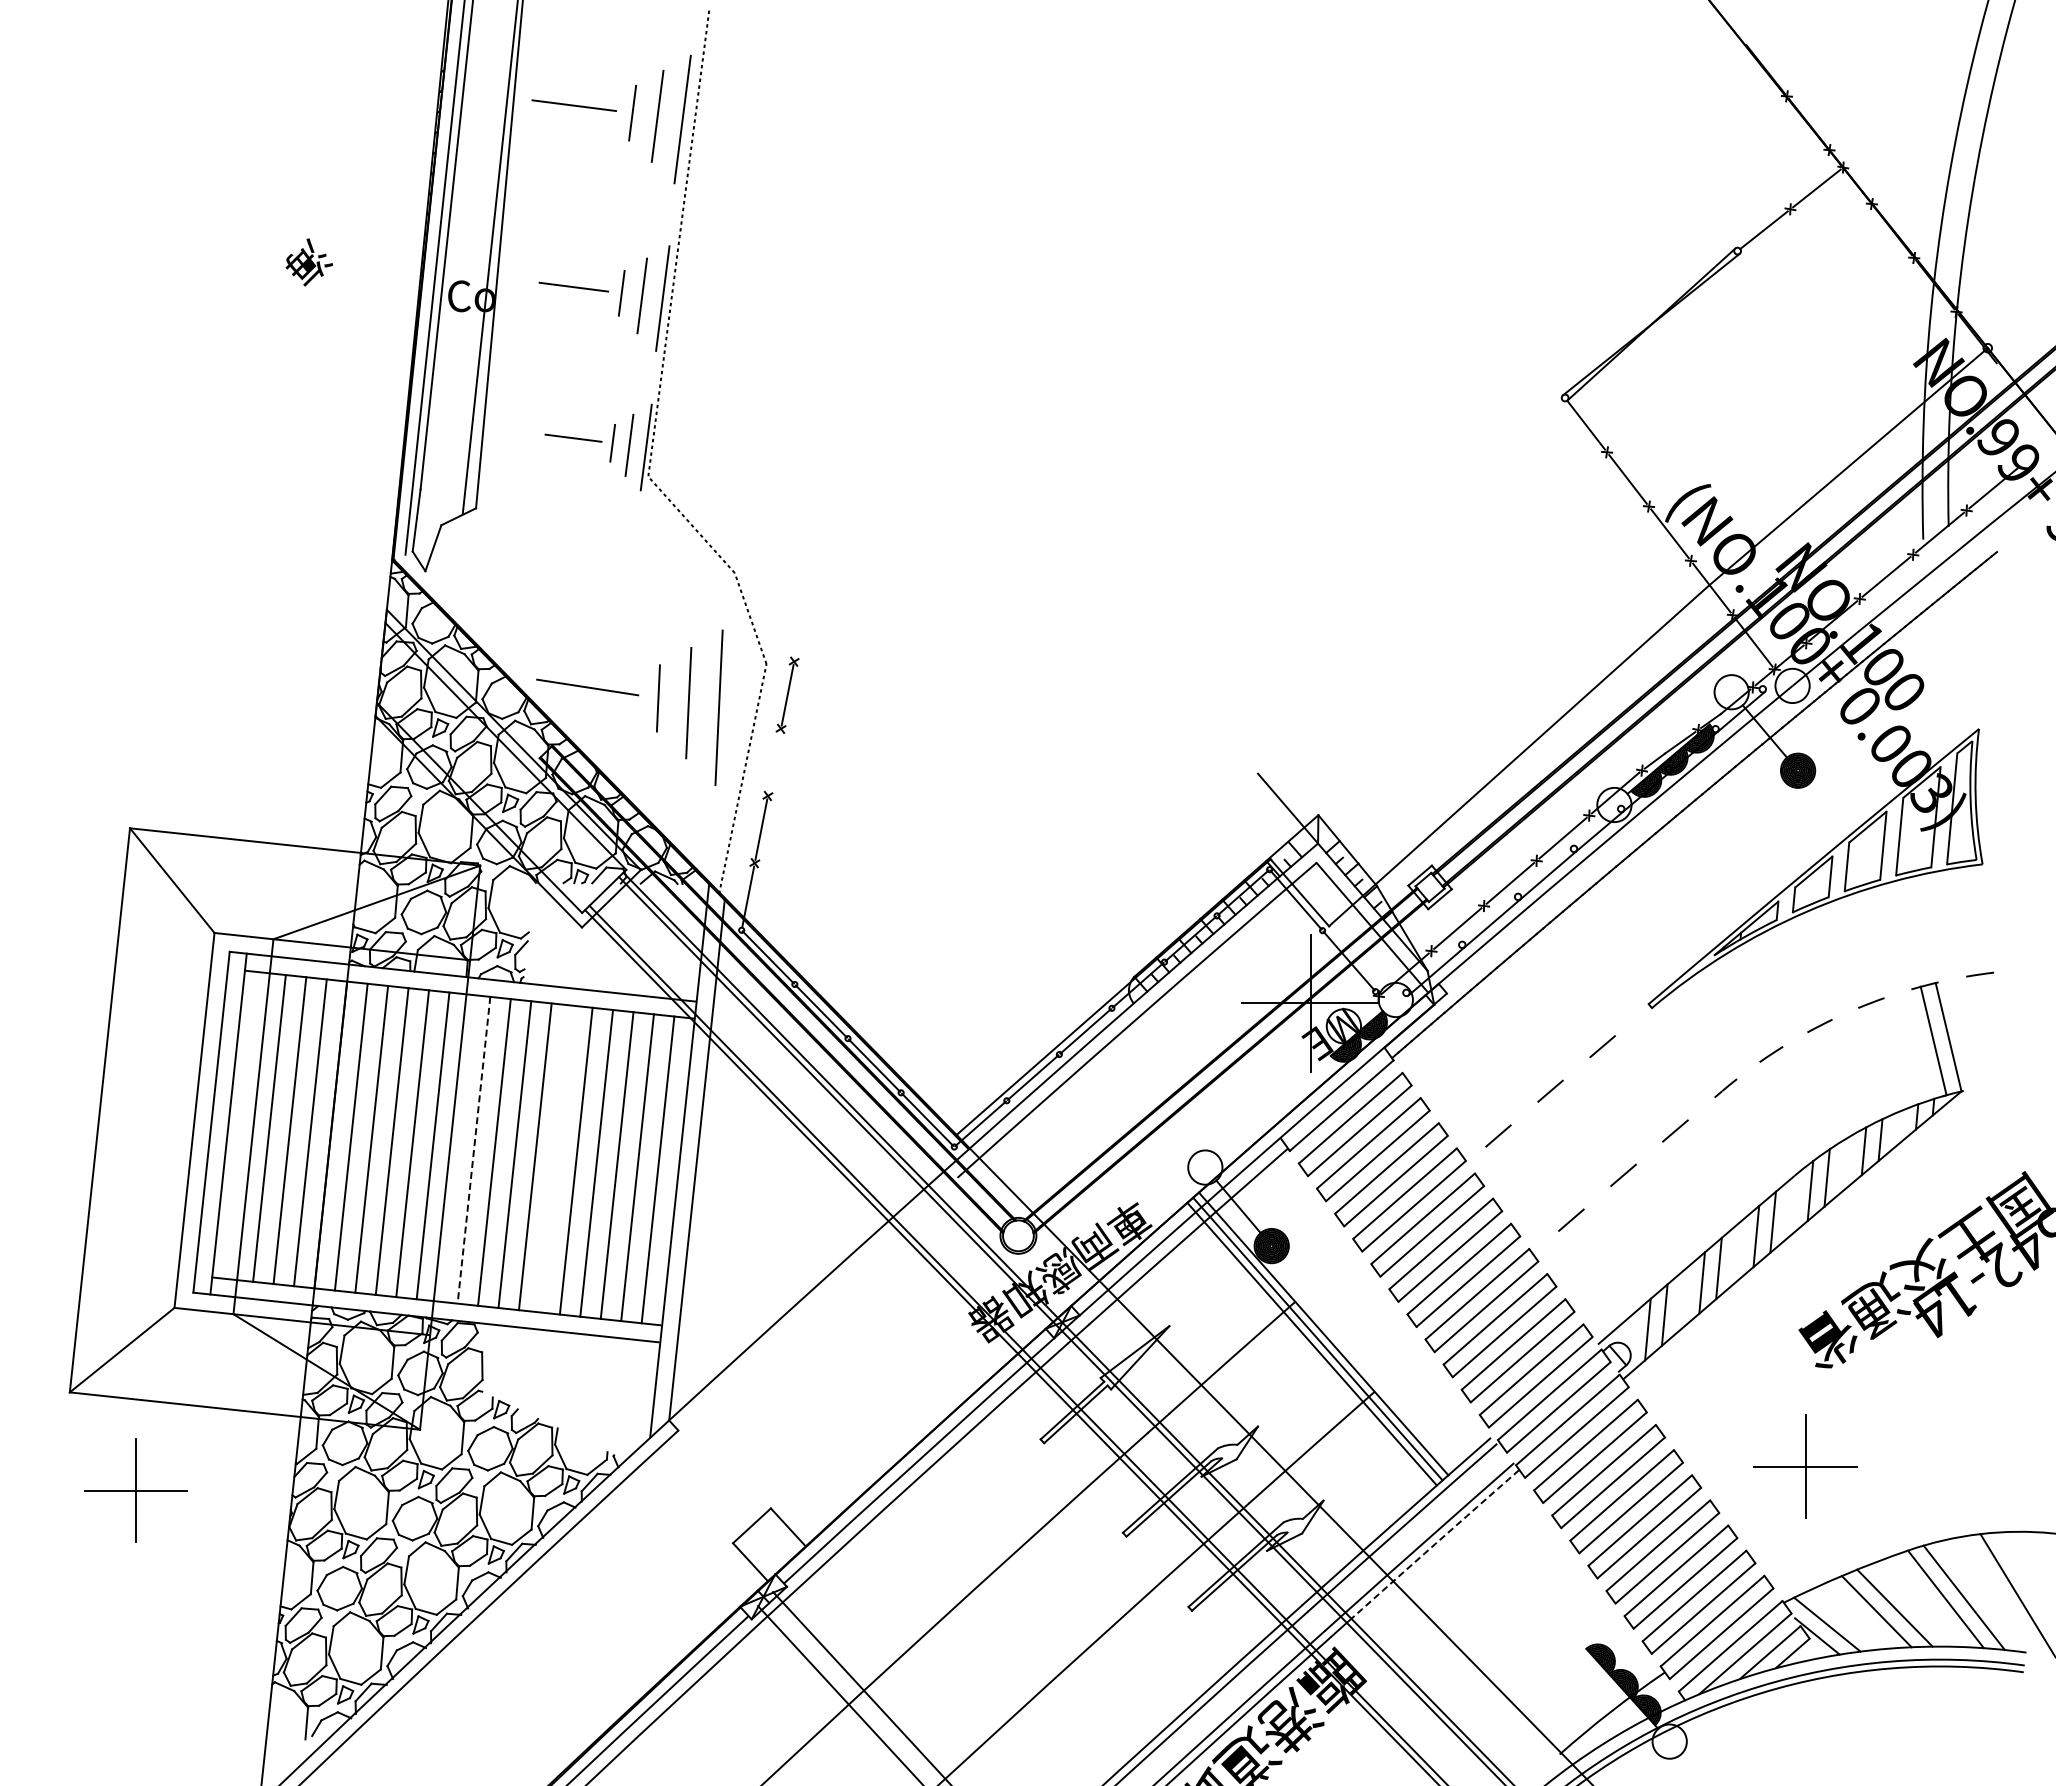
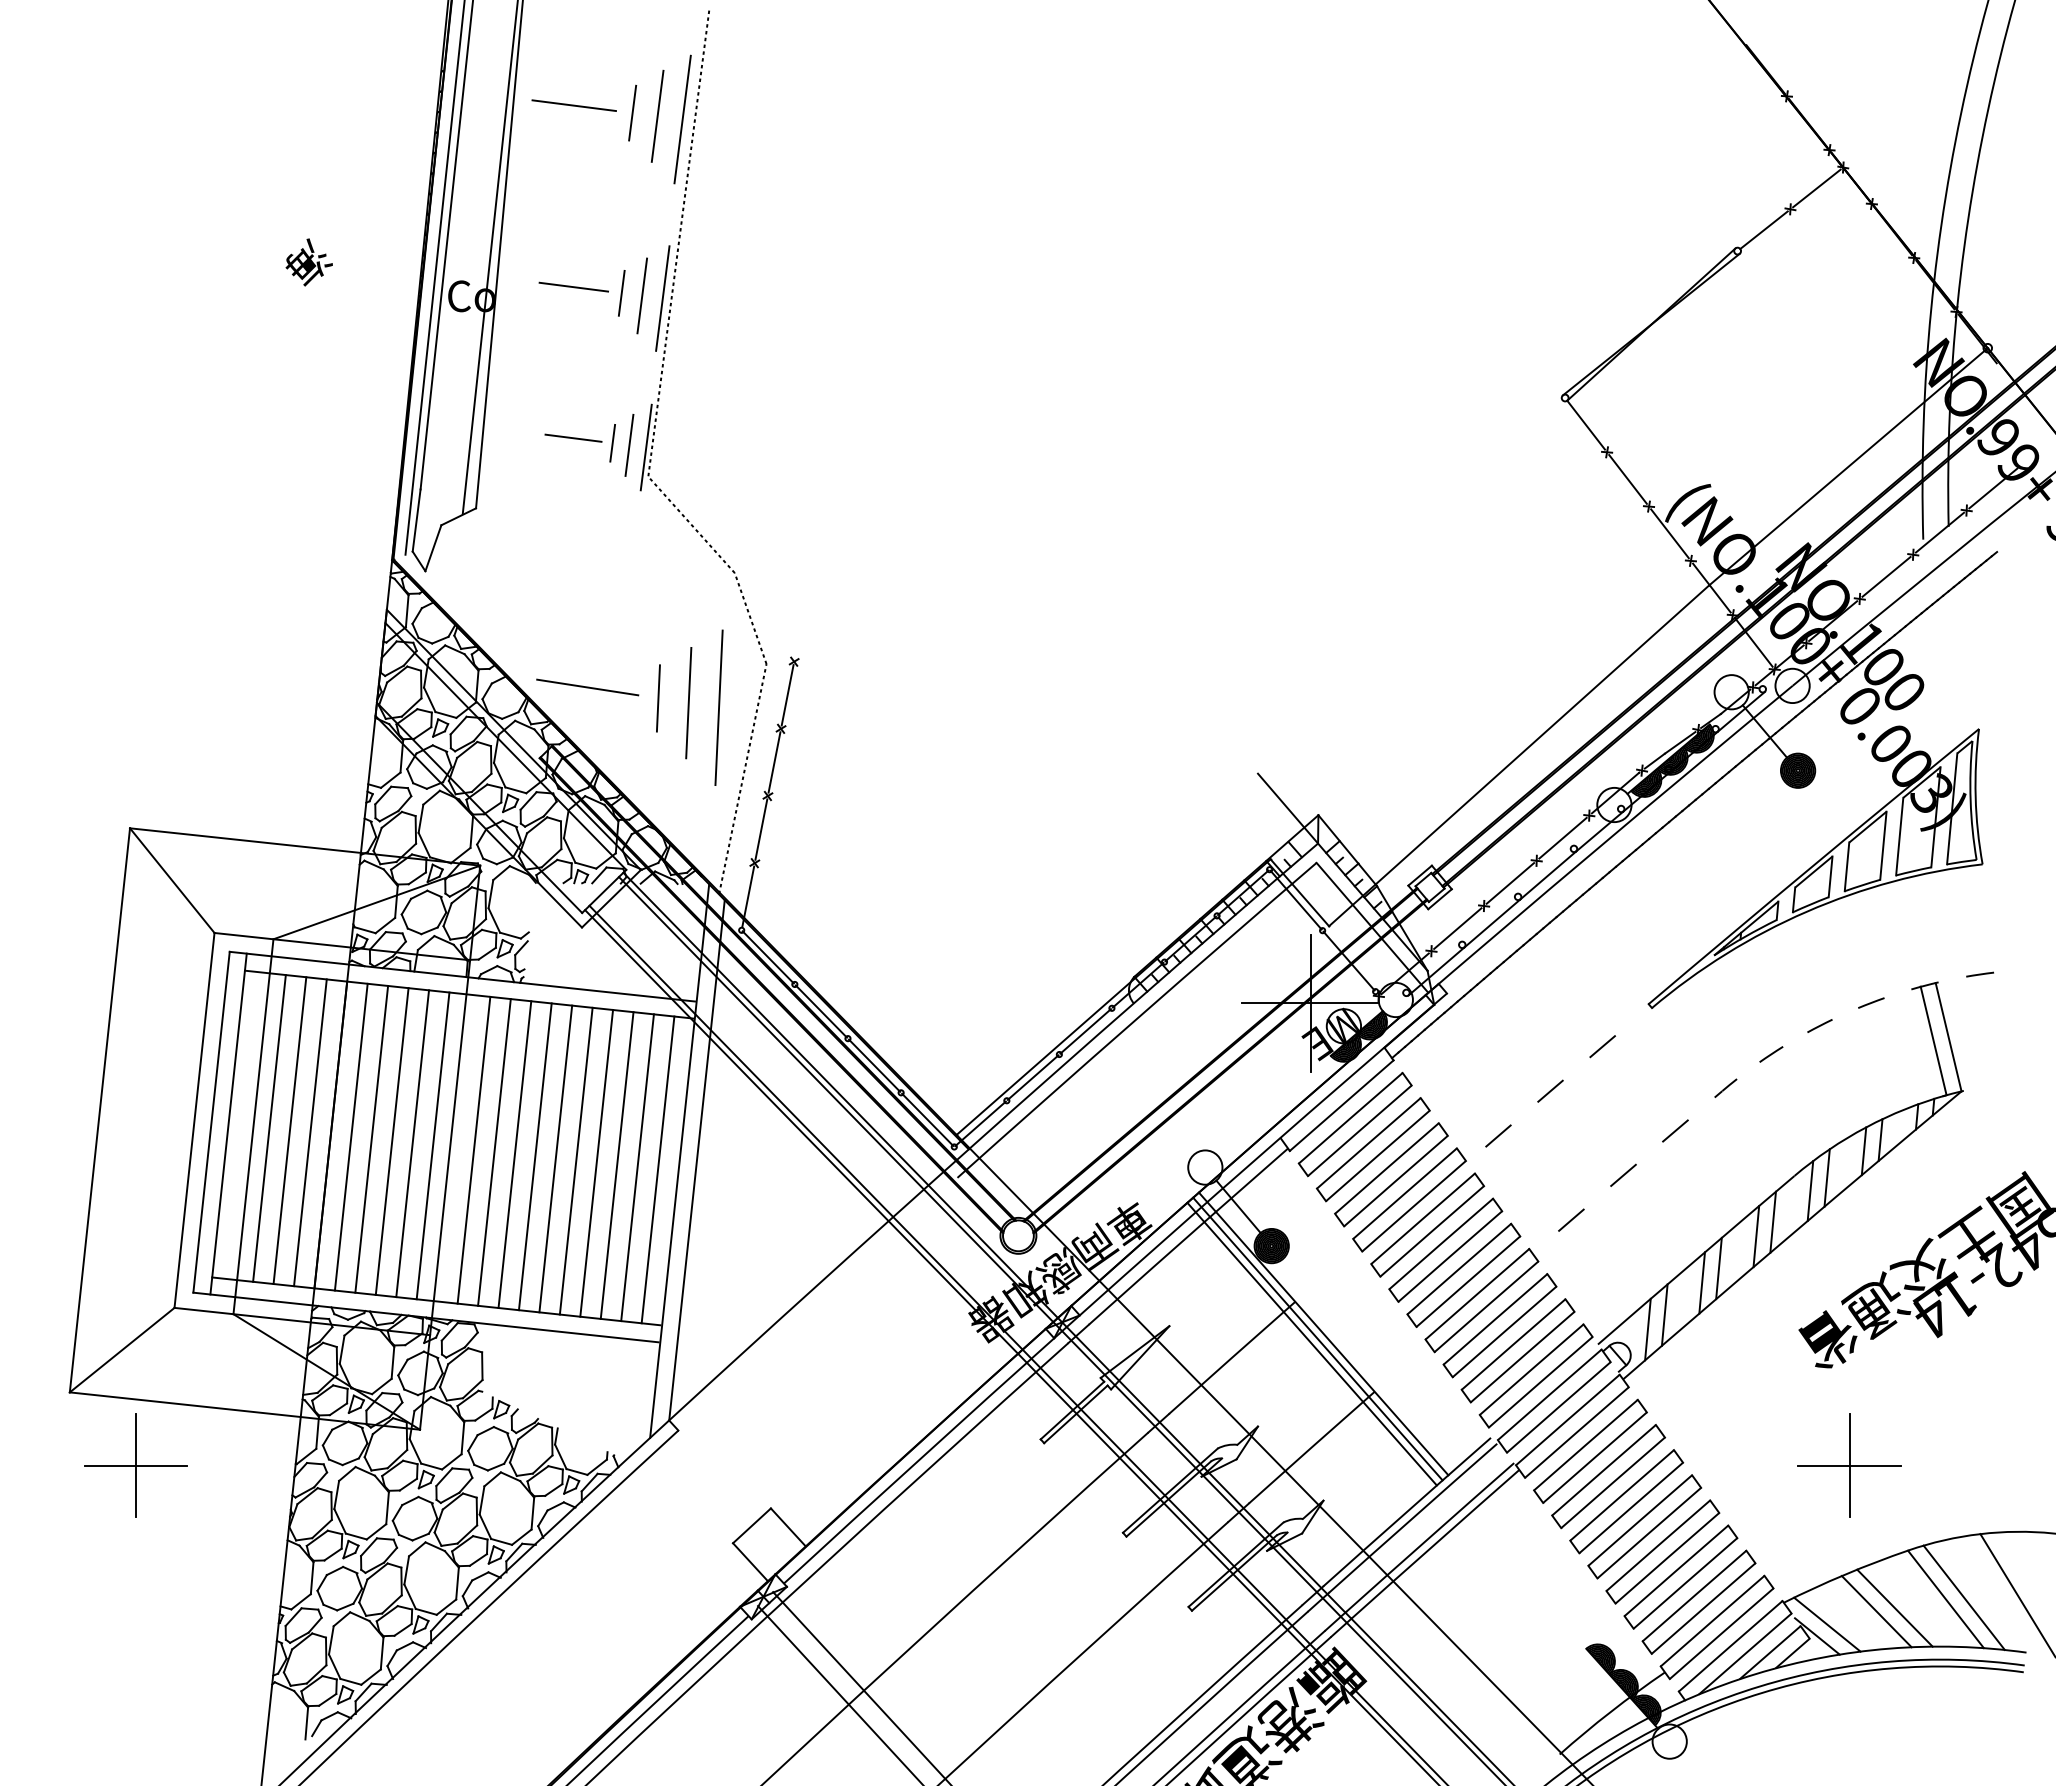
line at (774, 762): none -> present
line at (473, 1150): dashed -> solid
line at (555, 1158): none -> present
part at (1805, 1466) position: (1805, 1466) -> (1849, 1465)
part at (135, 1490) position: (135, 1490) -> (135, 1465)
arc at (1435, 1544): dashed -> solid
